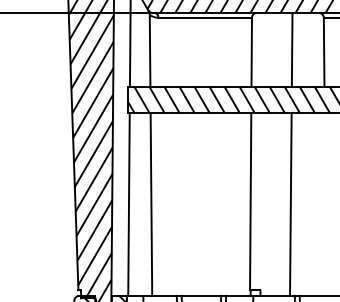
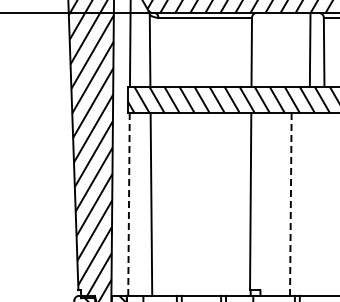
line at (291, 49) position: (291, 49) -> (309, 49)
line at (128, 204): solid -> dashed
line at (290, 204): solid -> dashed
